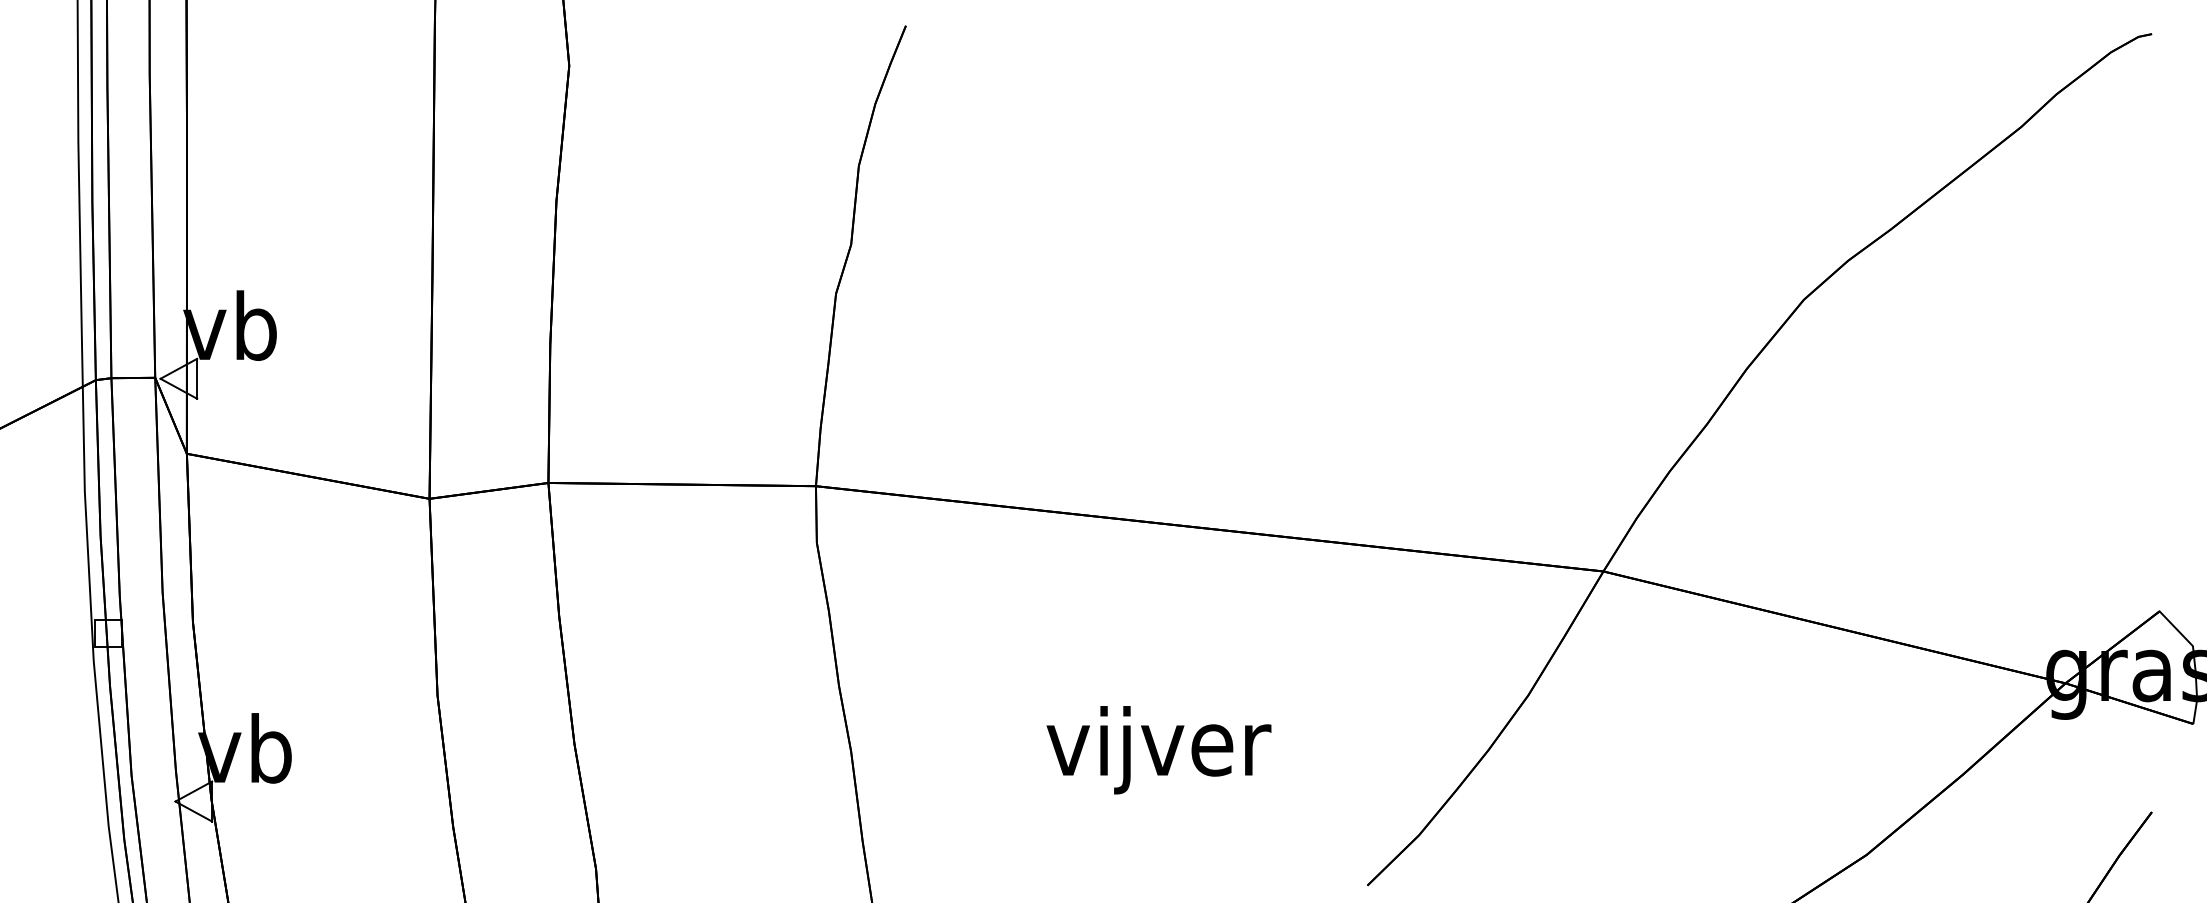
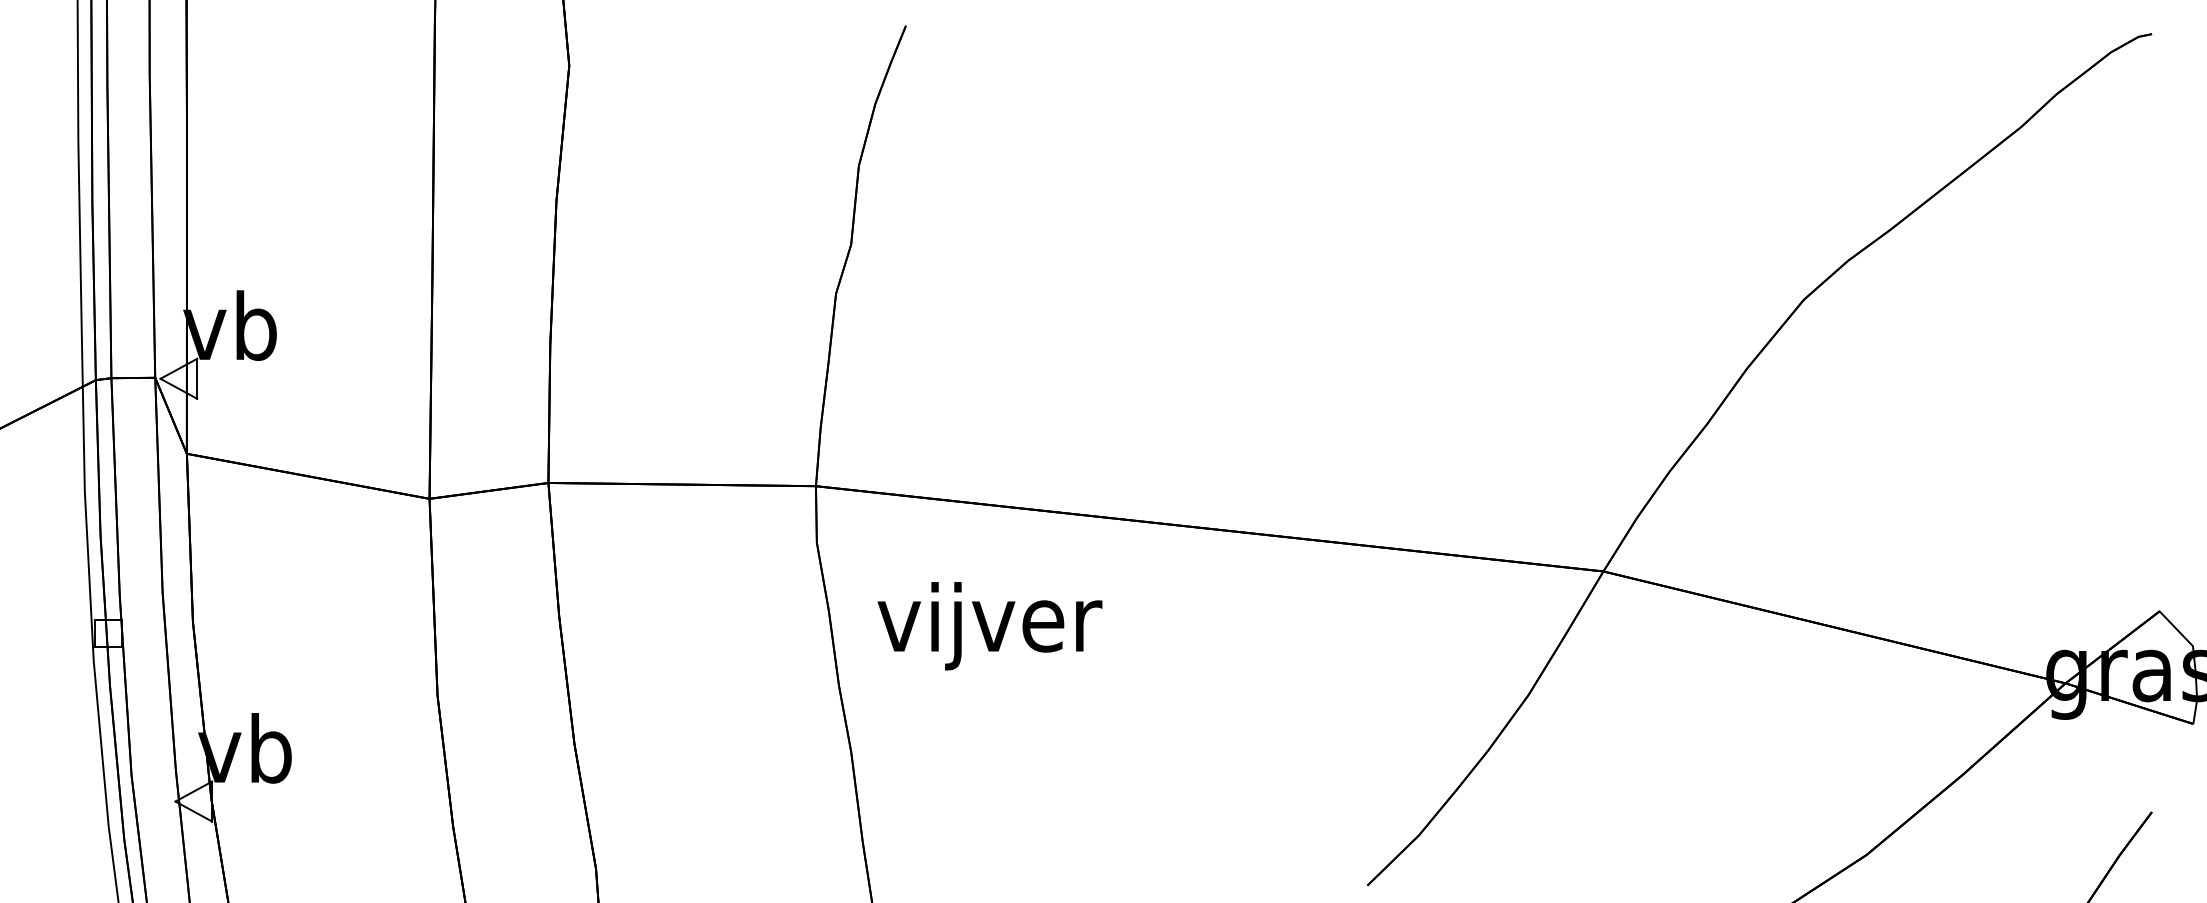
text at (1158, 750) position: (1158, 750) -> (989, 626)
